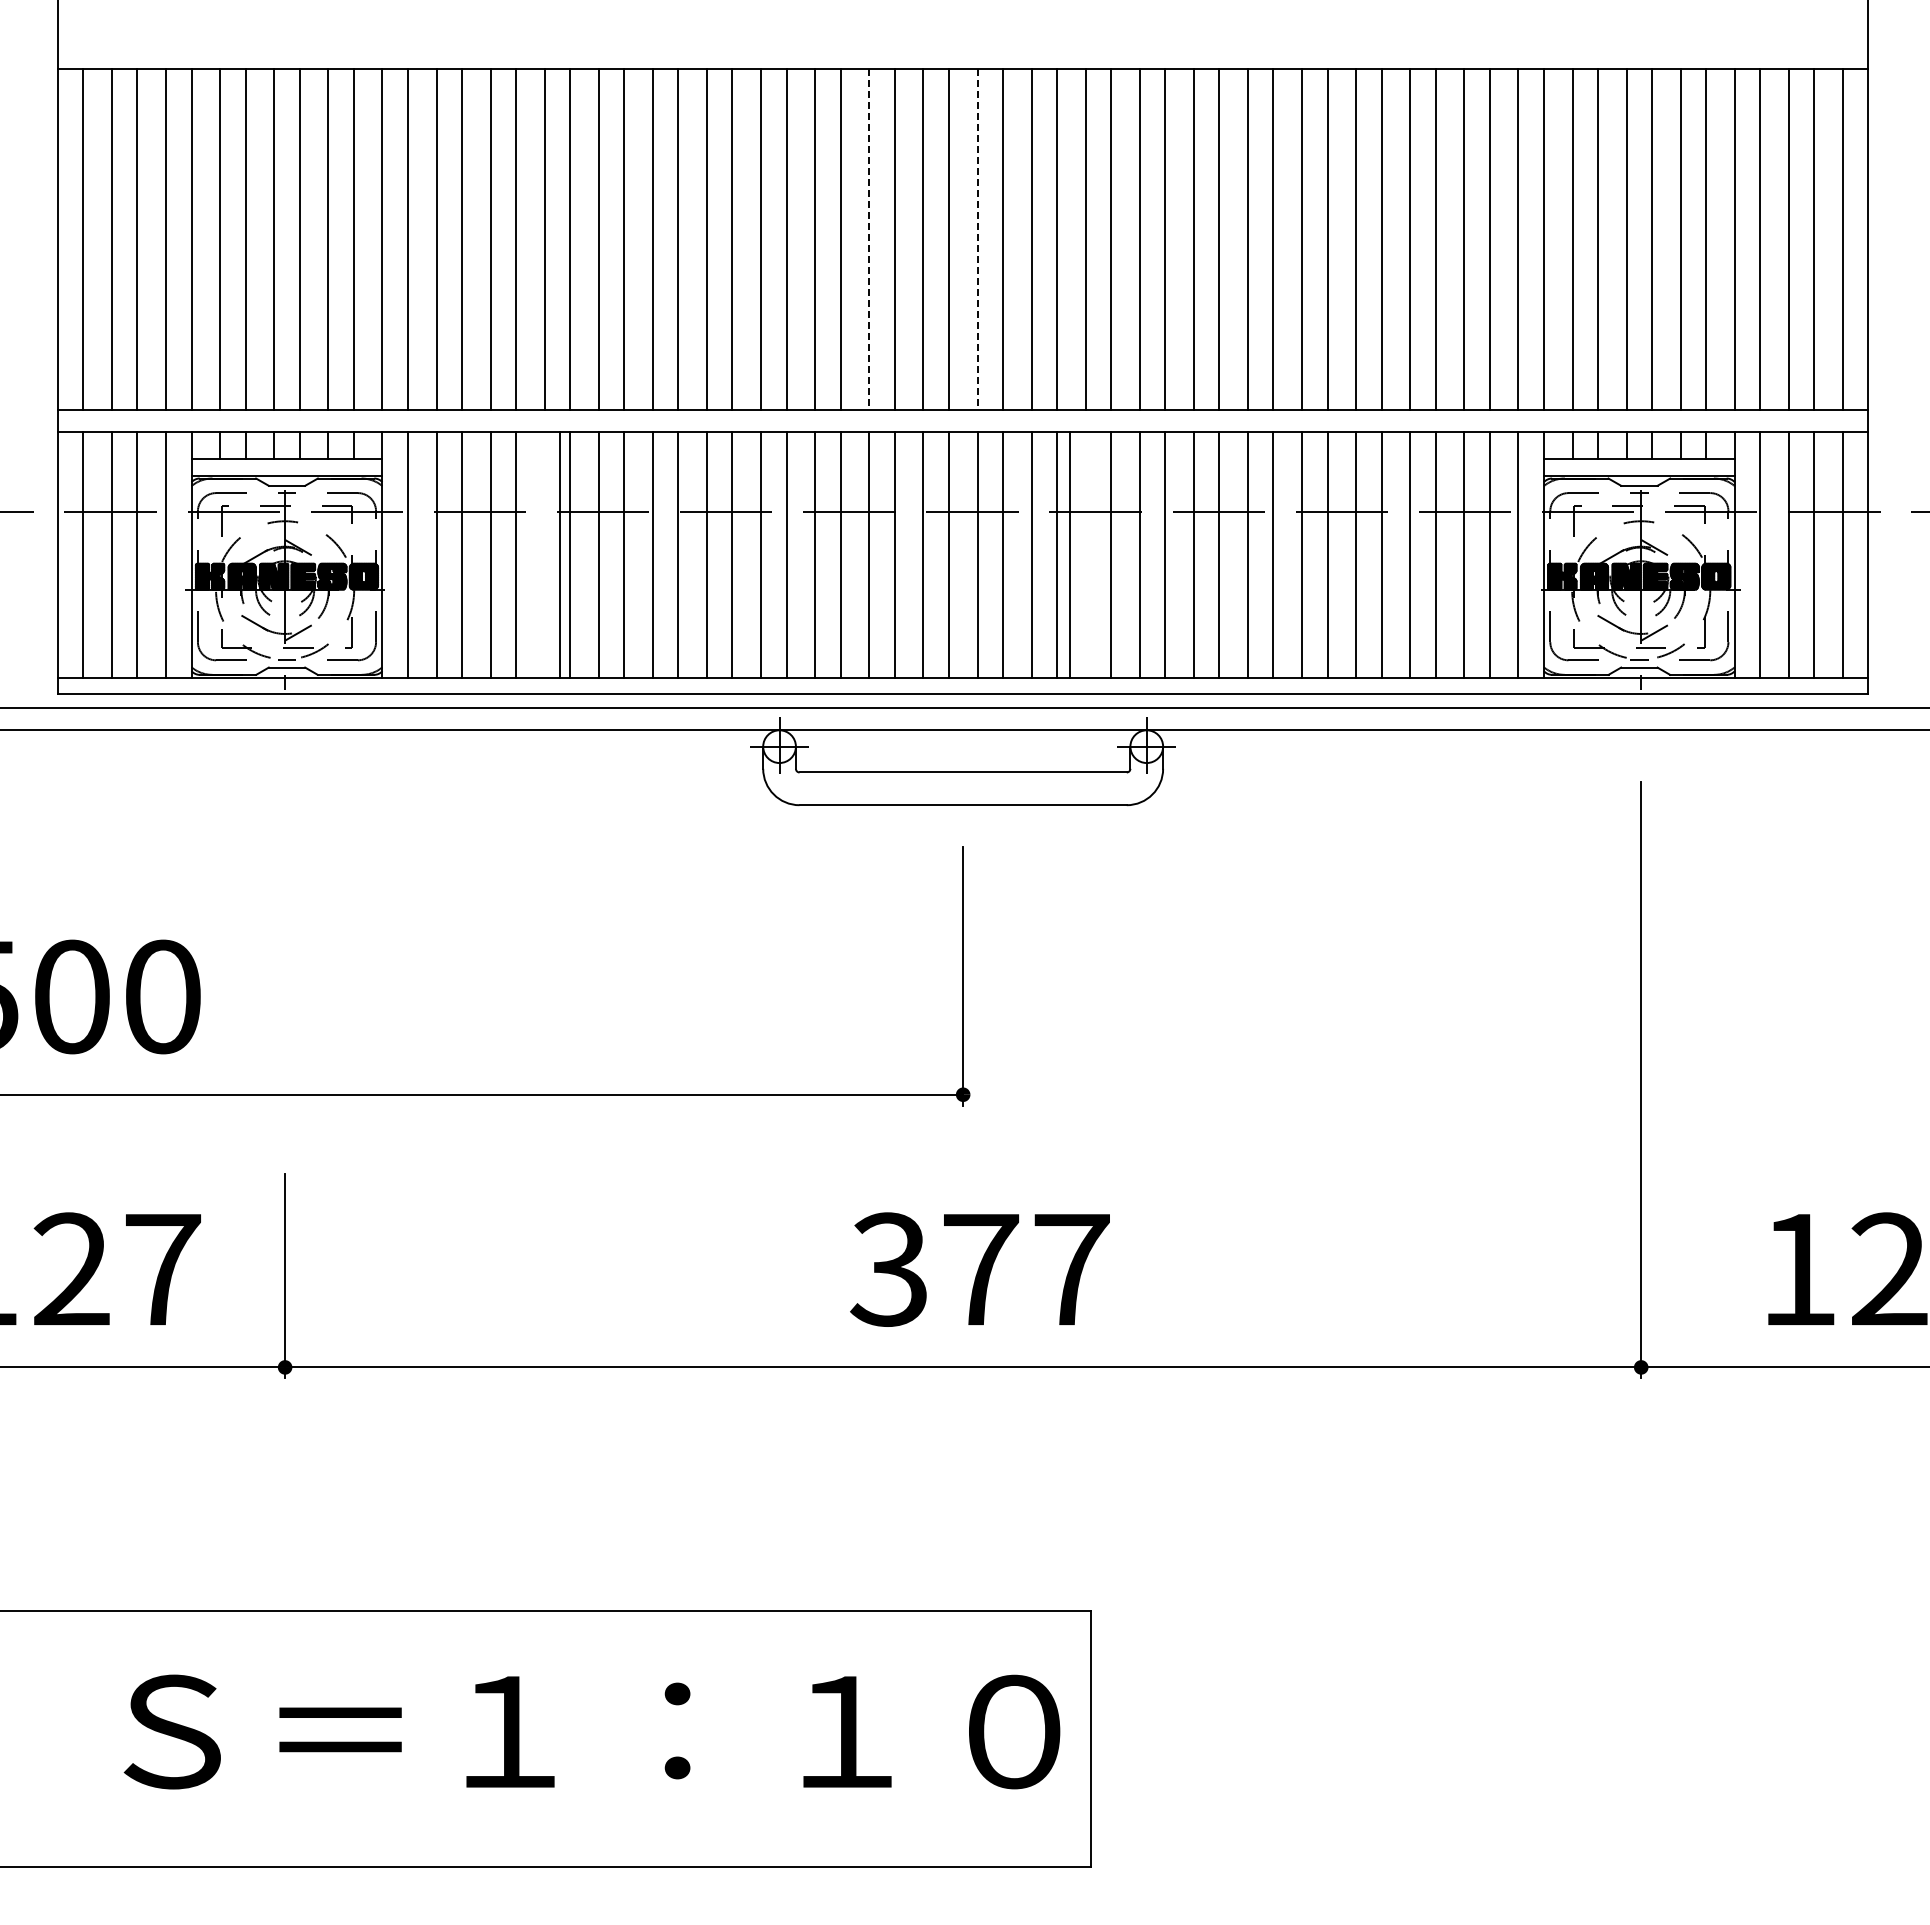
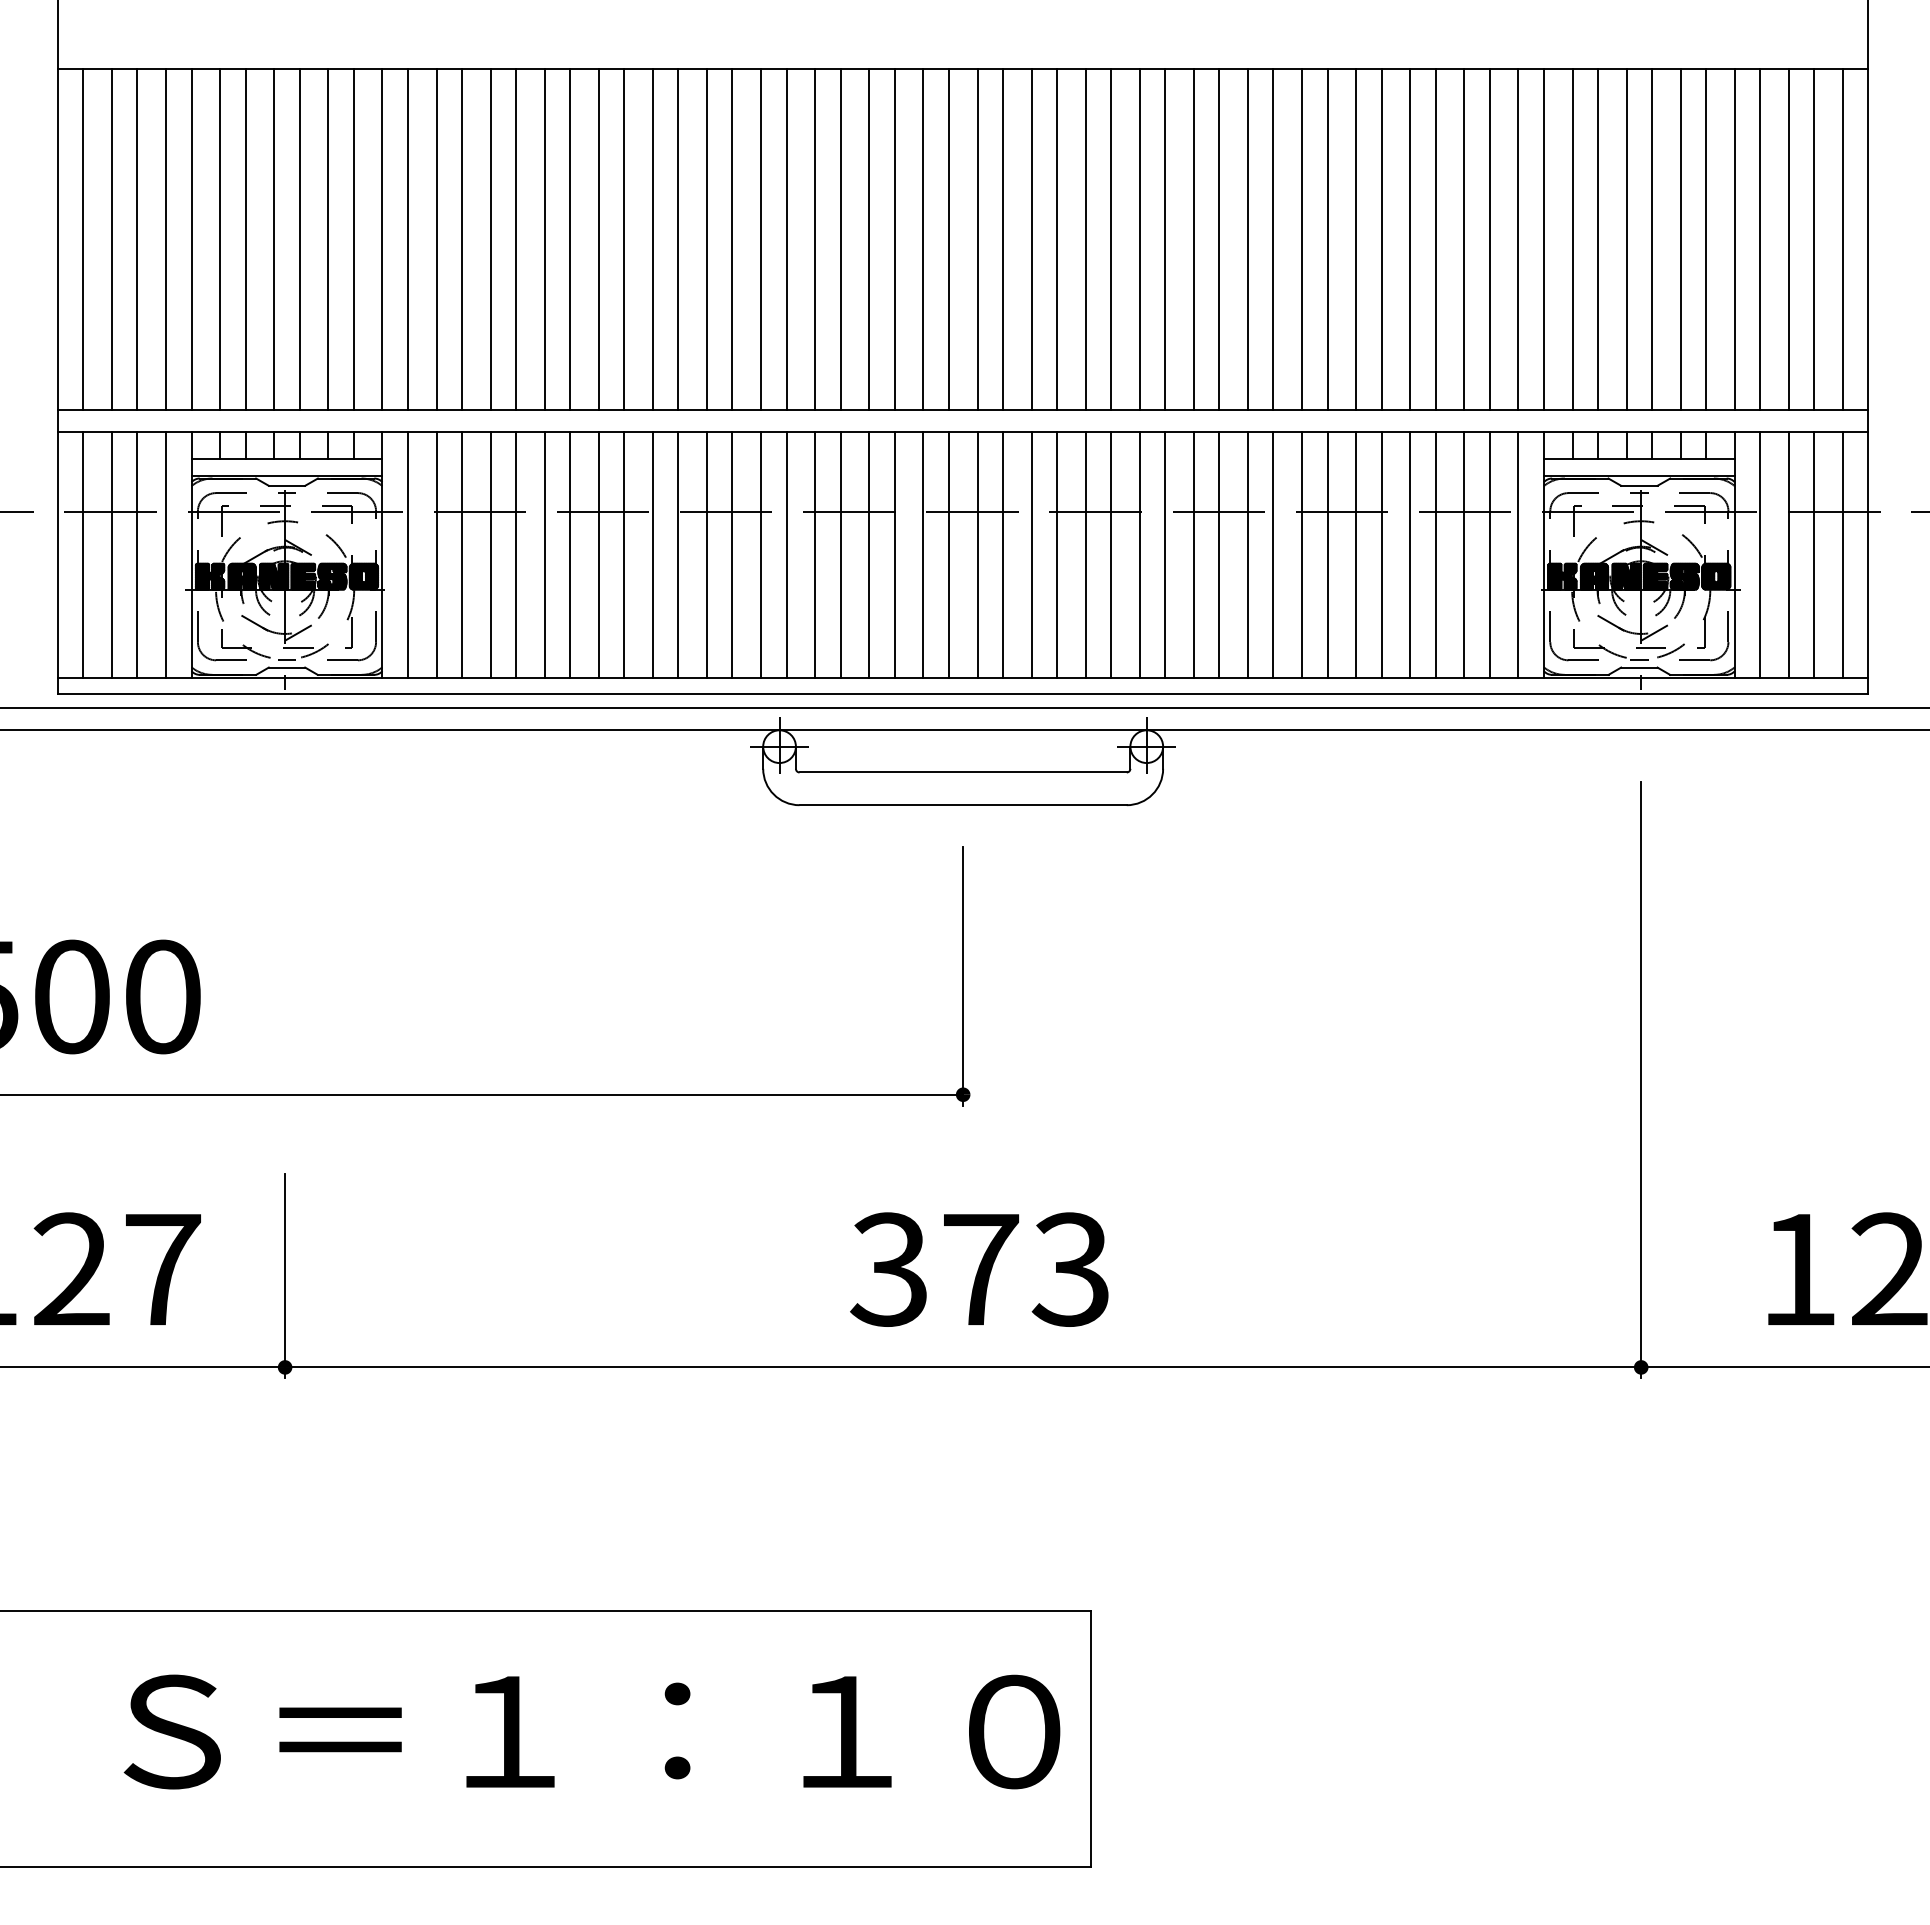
line at (869, 239): dashed -> solid
line at (977, 239): dashed -> solid
line at (559, 554) position: (559, 554) -> (544, 554)
line at (1069, 554) position: (1069, 554) -> (1085, 554)
text at (1070, 1269): 377 -> 373
